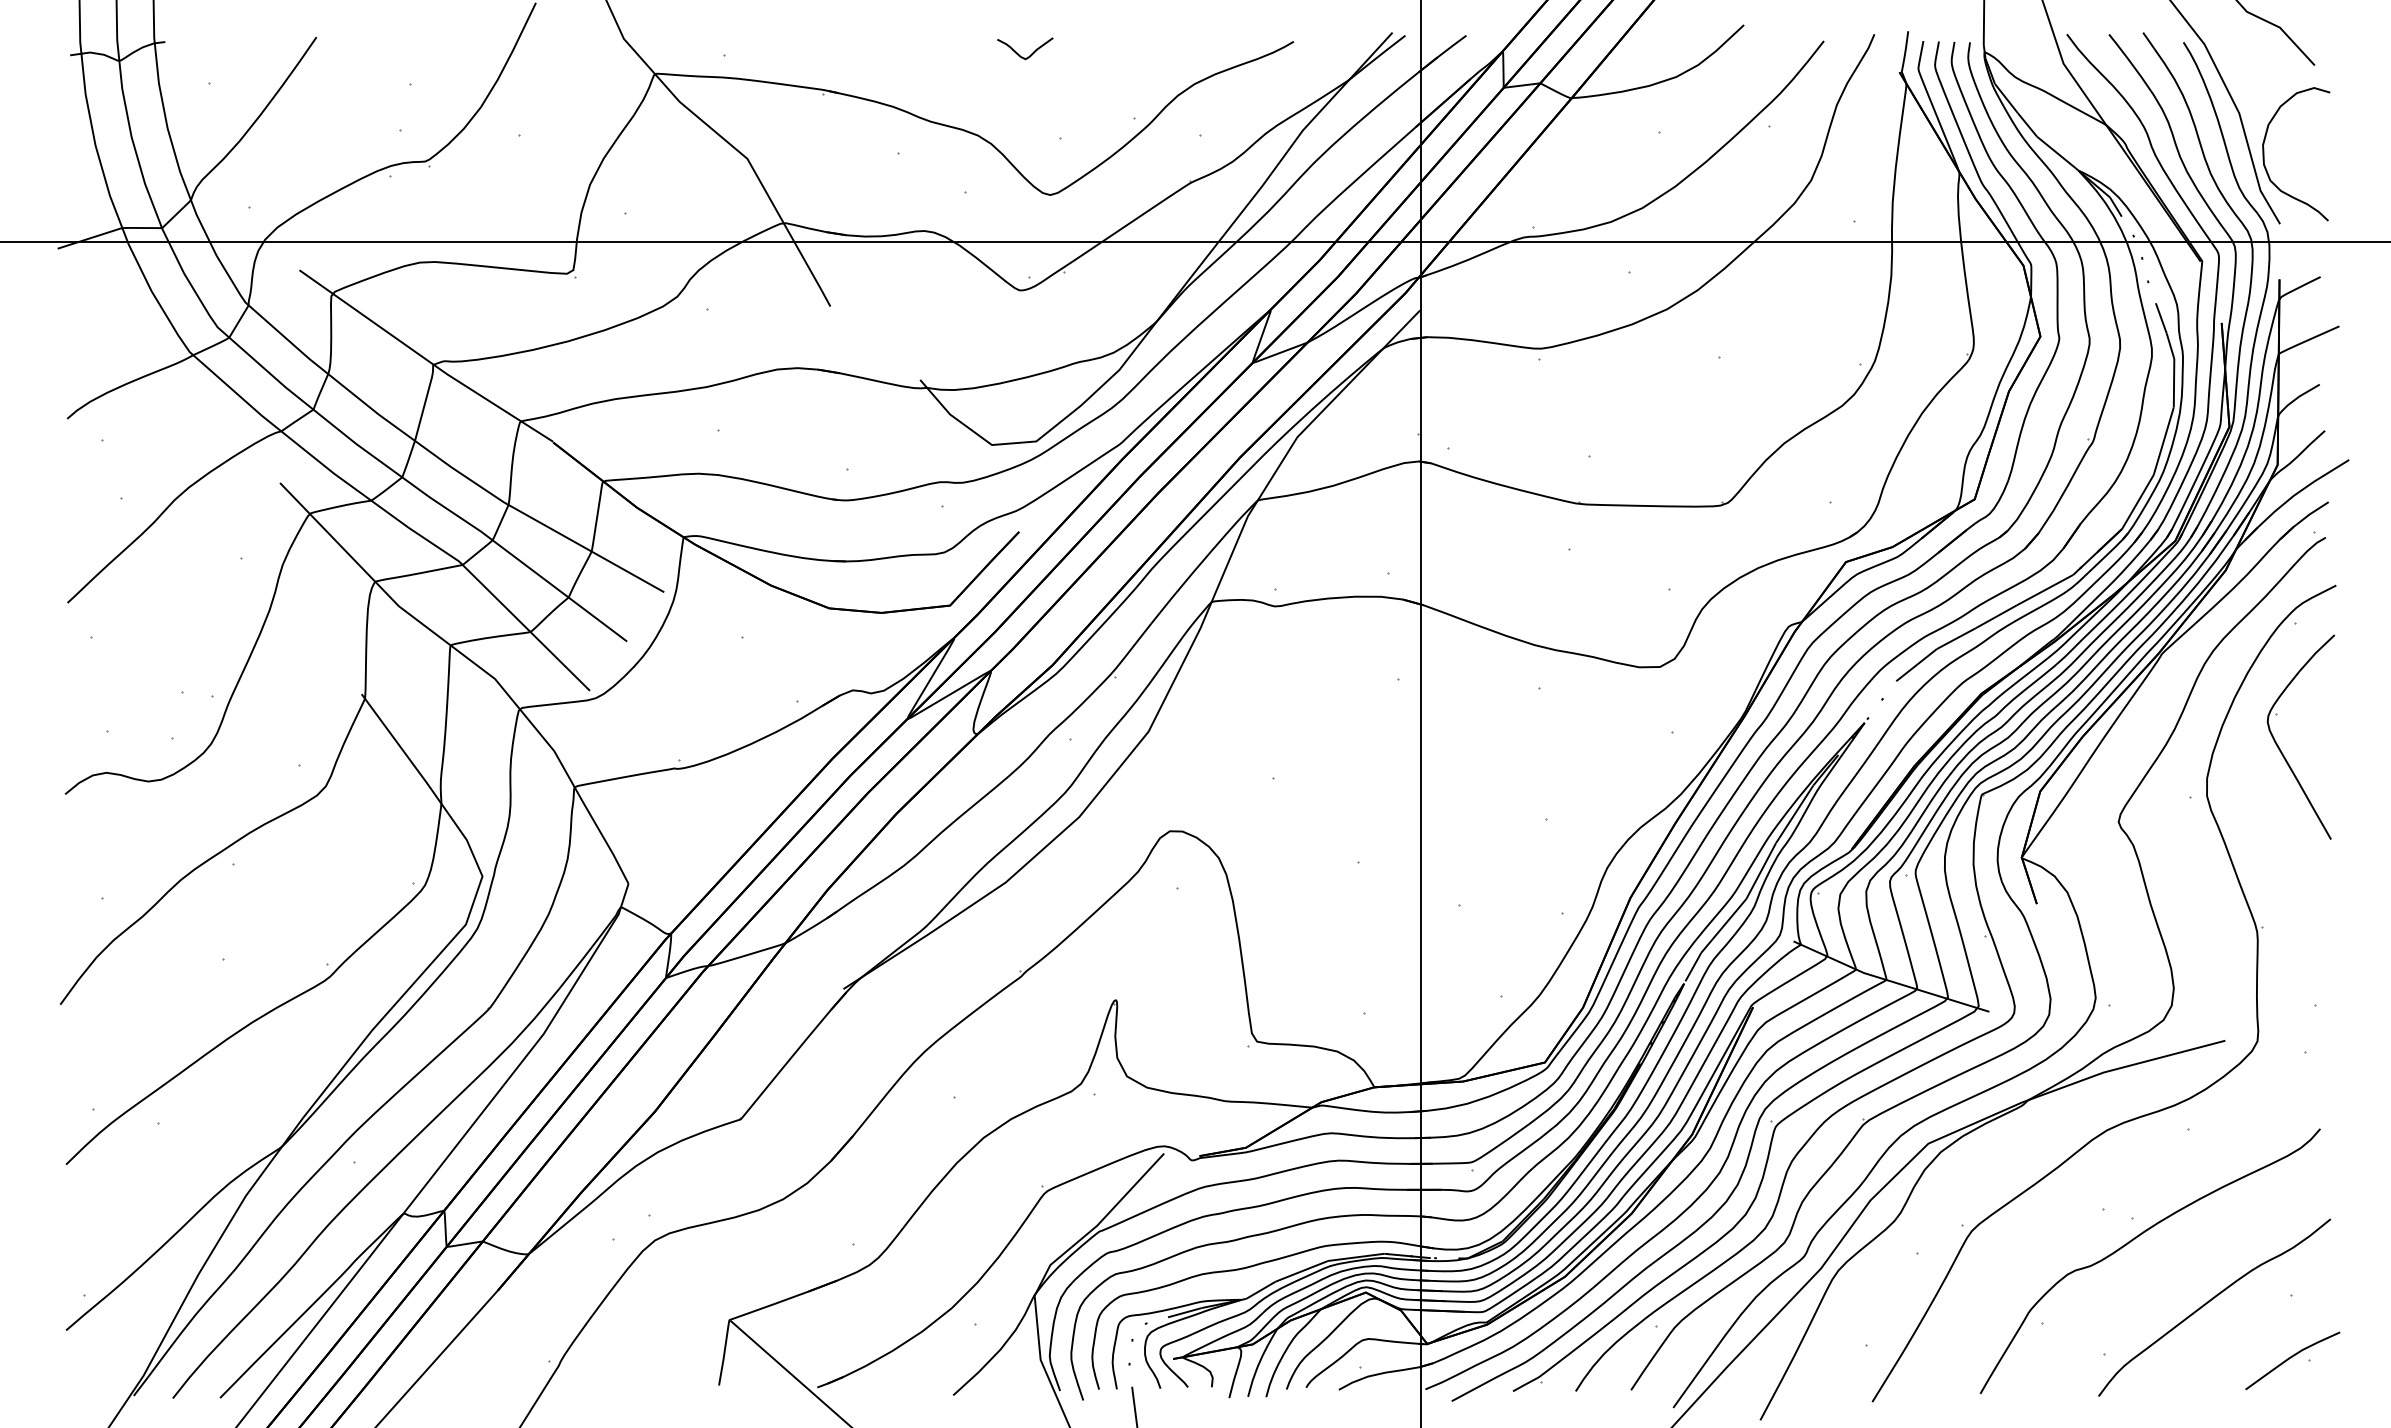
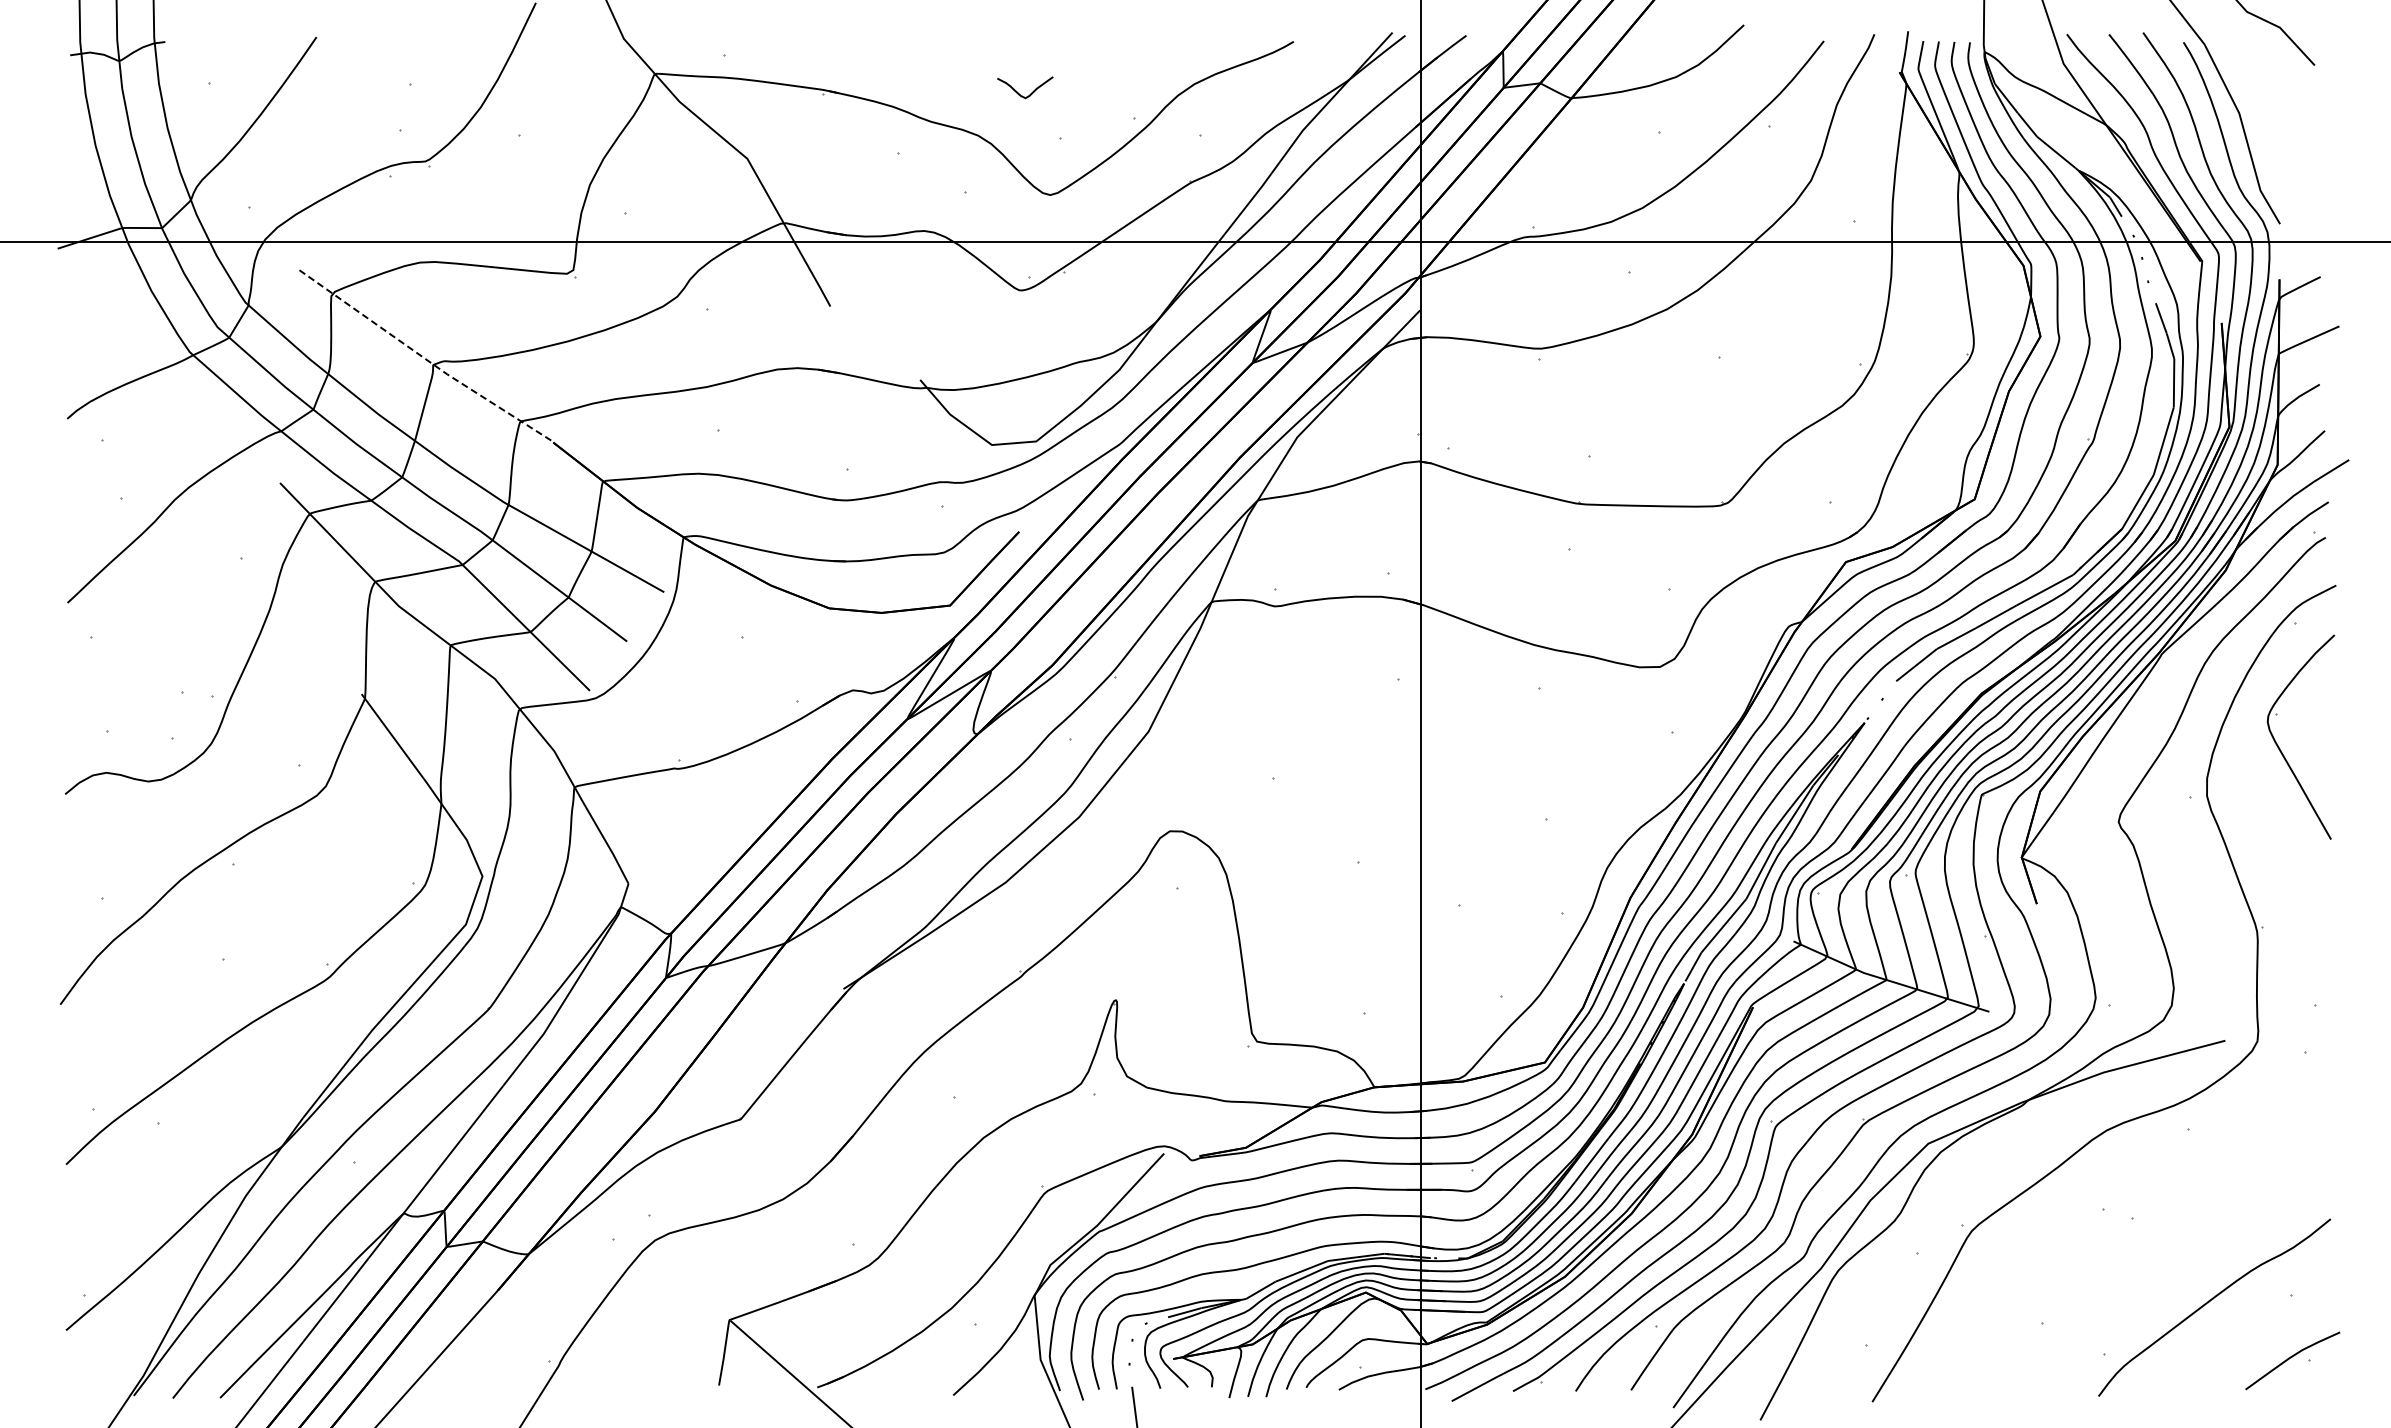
curve at (1031, 53) position: (1031, 53) -> (1031, 92)
curve at (2264, 154): present -> none
line at (425, 358): solid -> dashed
curve at (2135, 1239): present -> none
